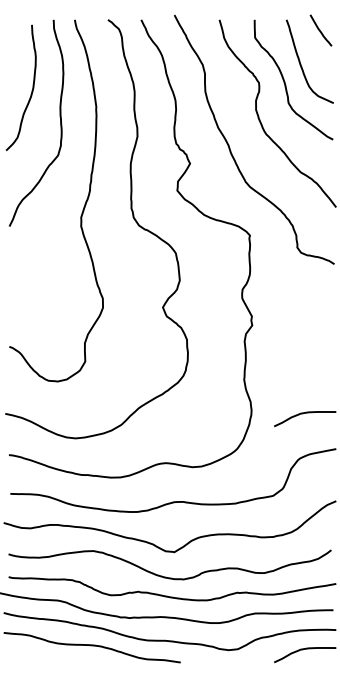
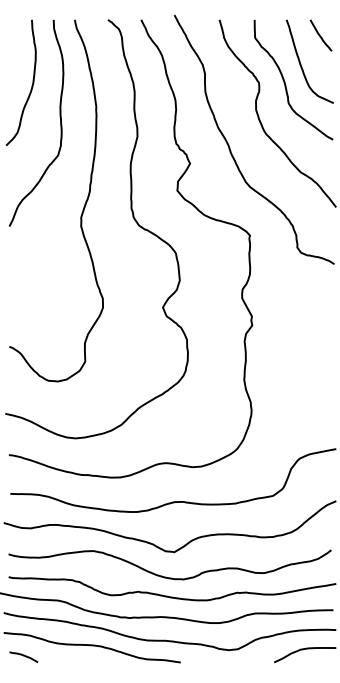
curve at (320, 30) position: (320, 30) -> (320, 35)
curve at (31, 90) position: (31, 90) -> (31, 85)
curve at (303, 414): present -> none
curve at (23, 656): none -> present
